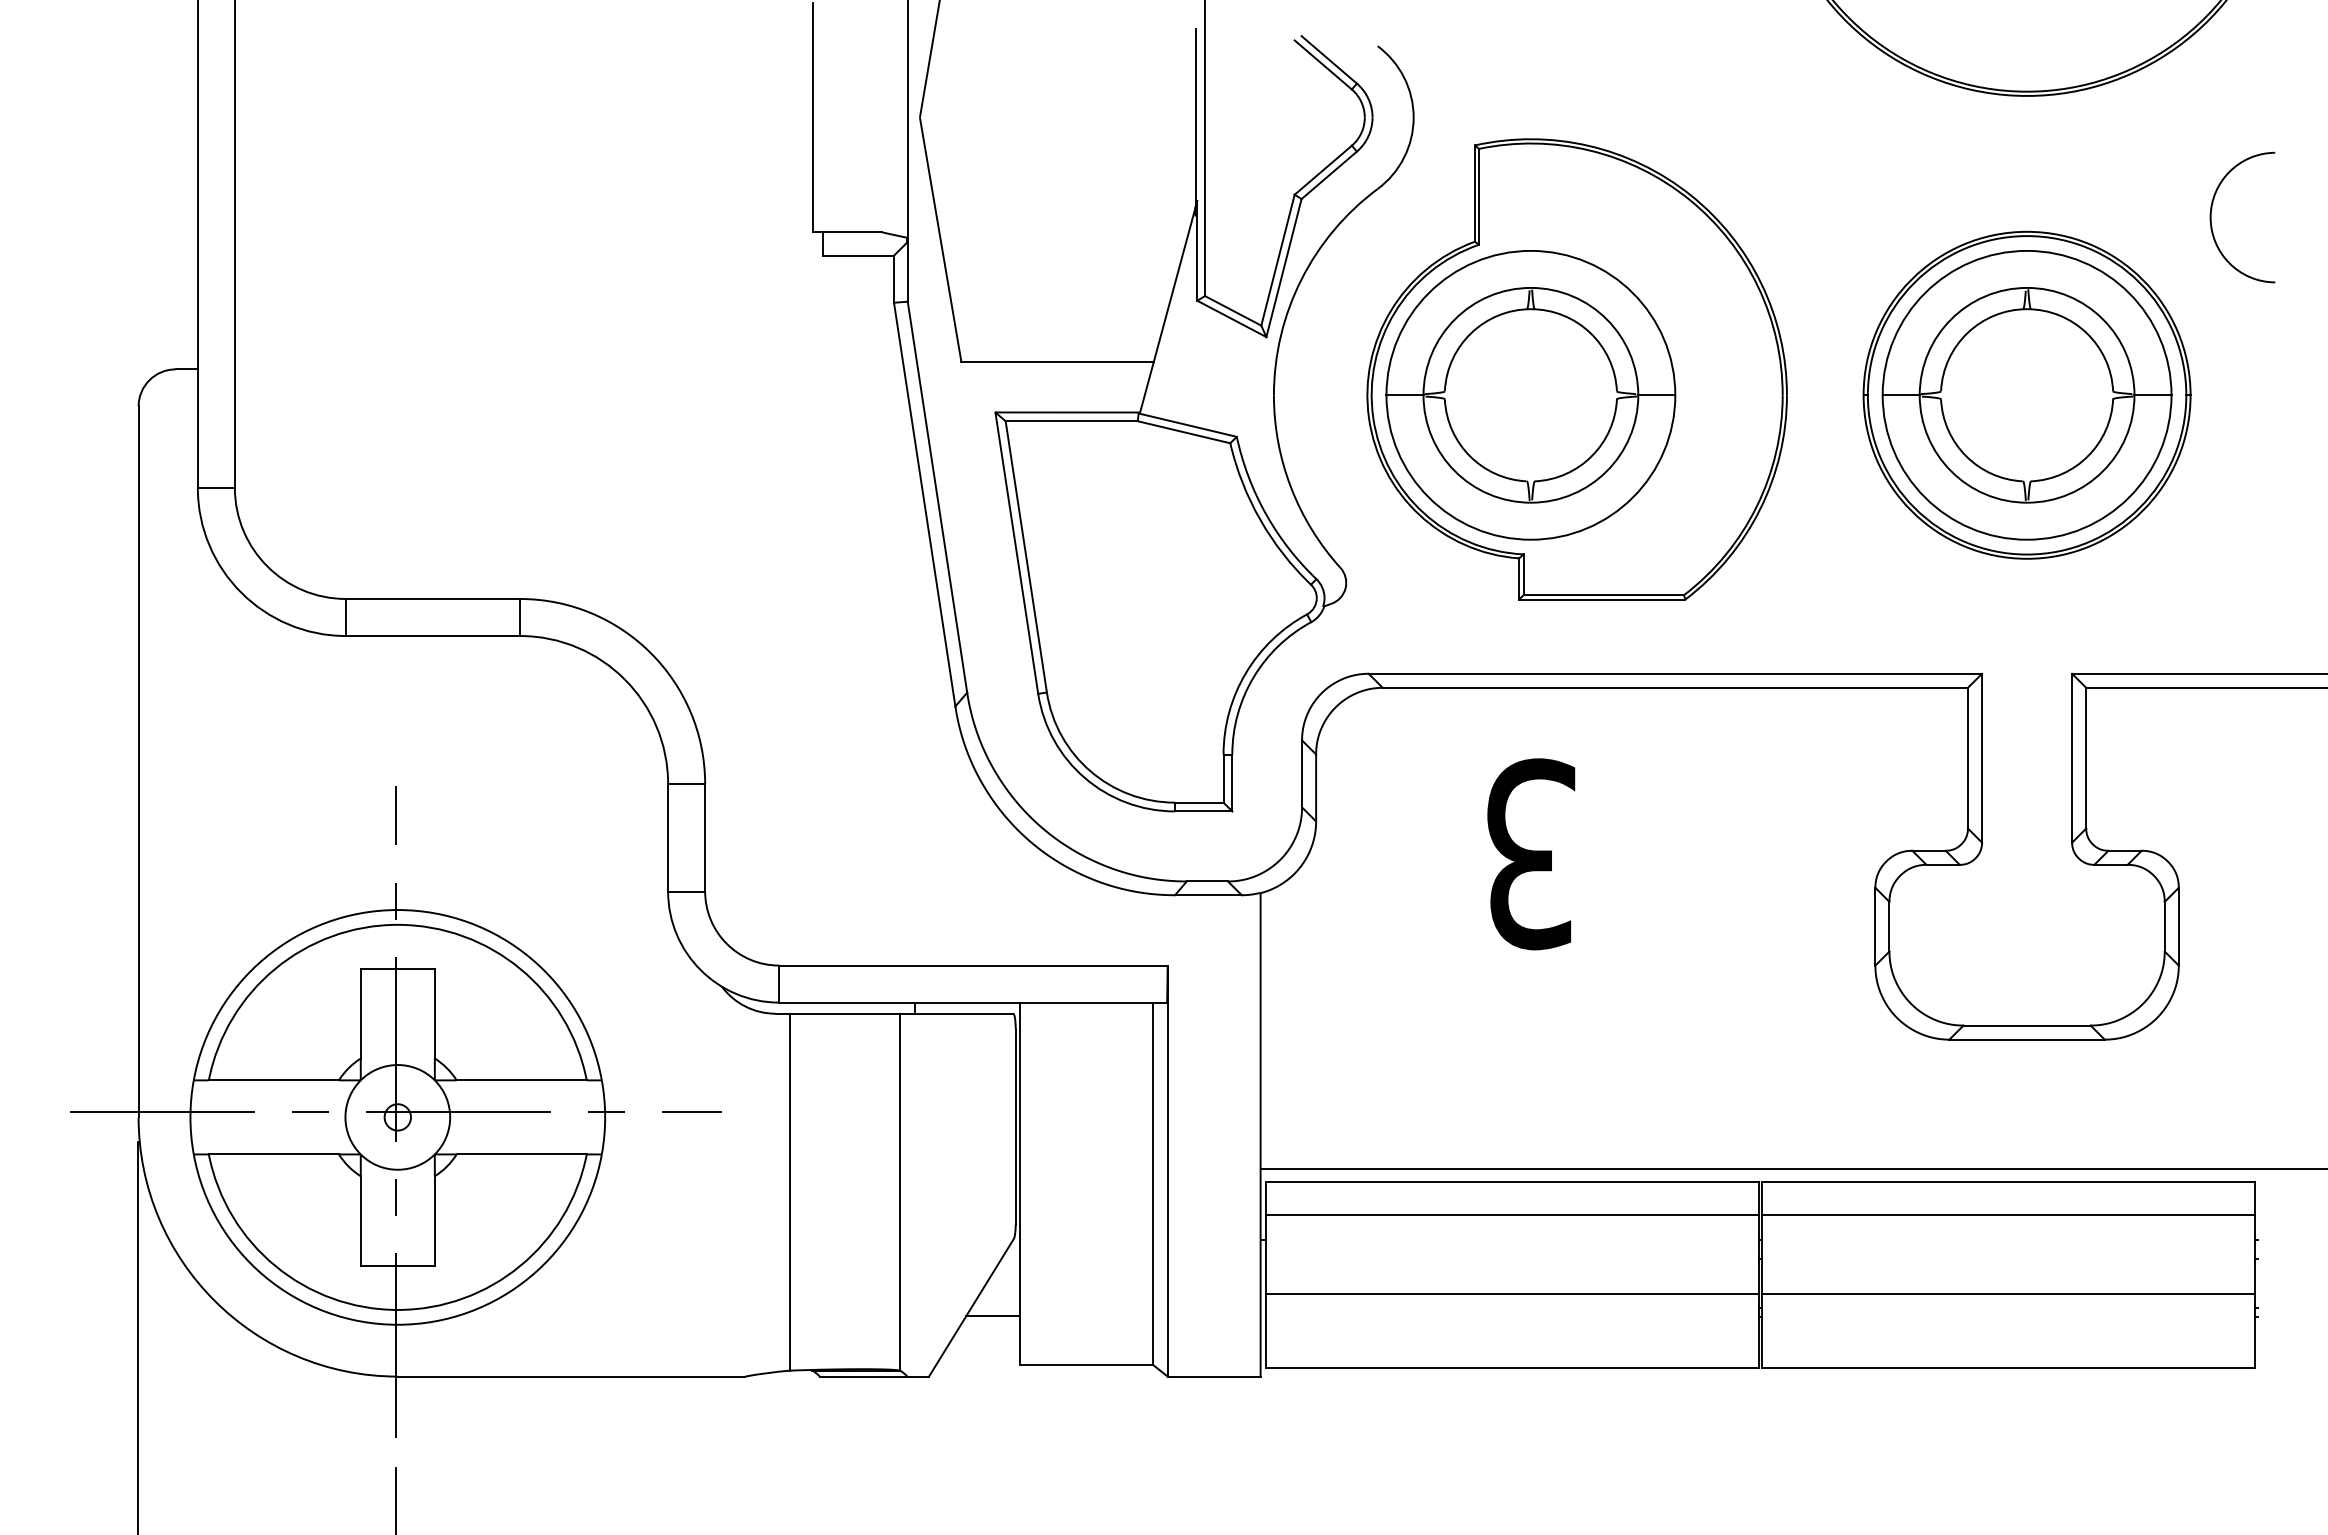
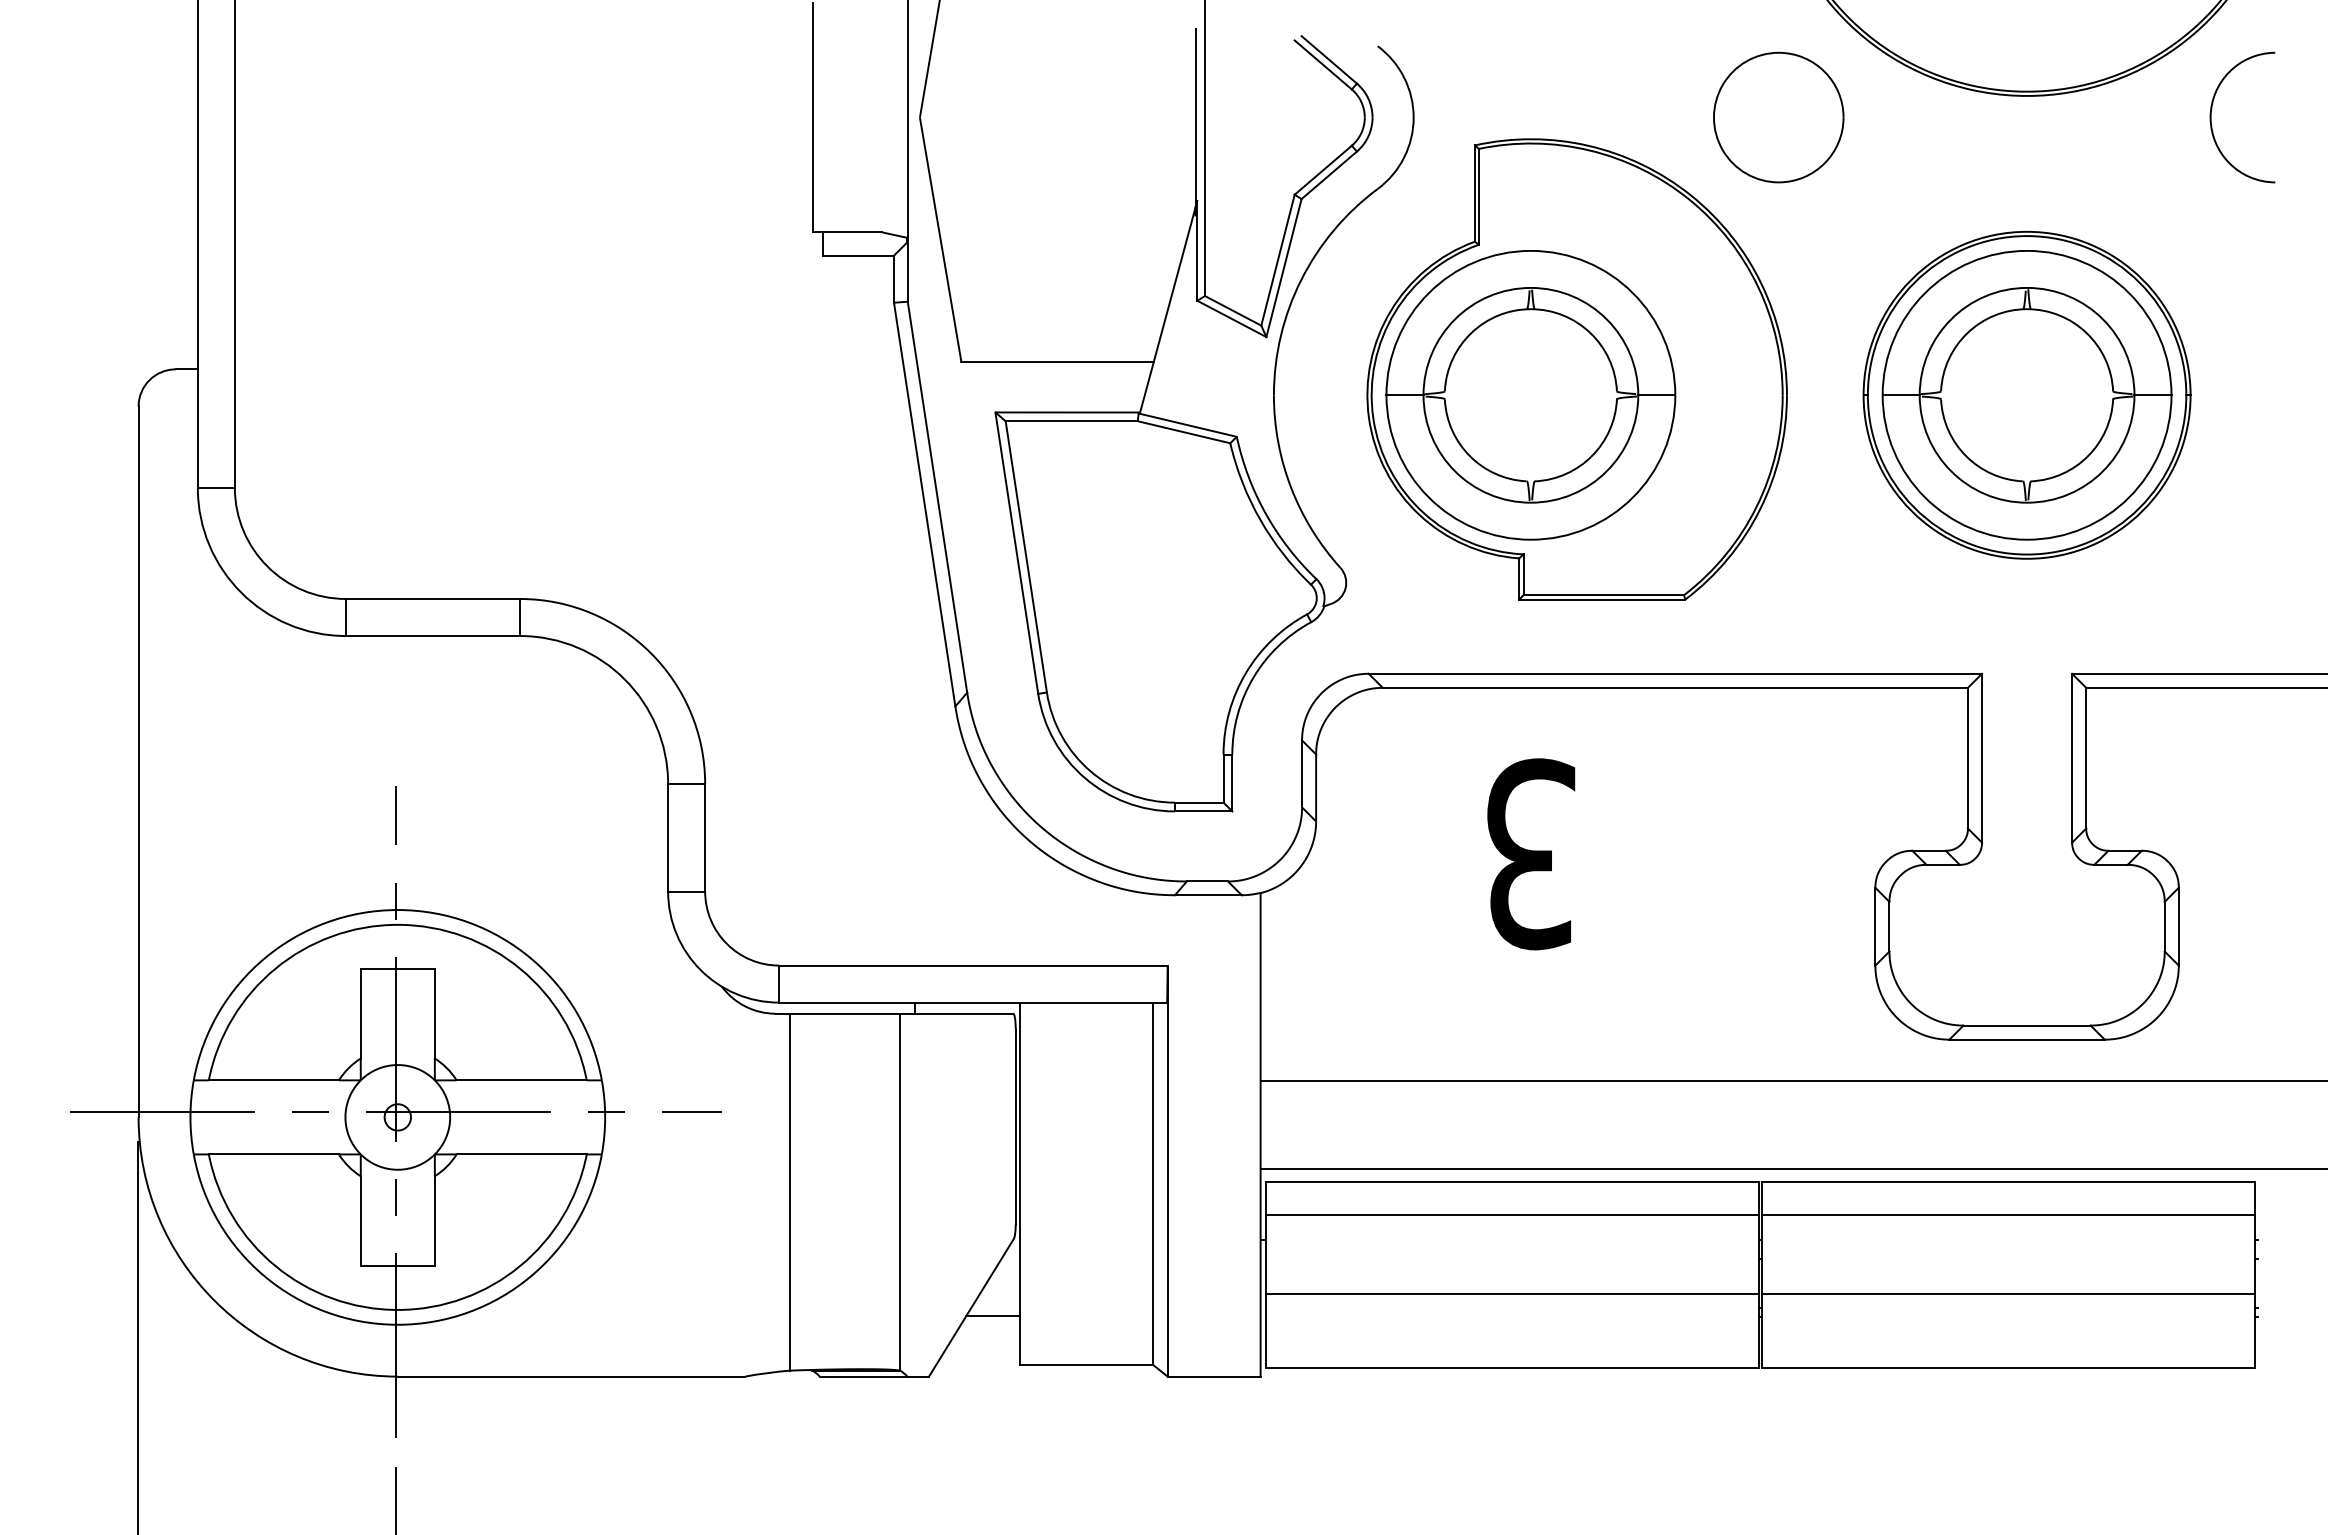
part at (1778, 117): none -> present
arc at (2211, 217) position: (2211, 217) -> (2211, 117)
line at (1792, 1080): none -> present
